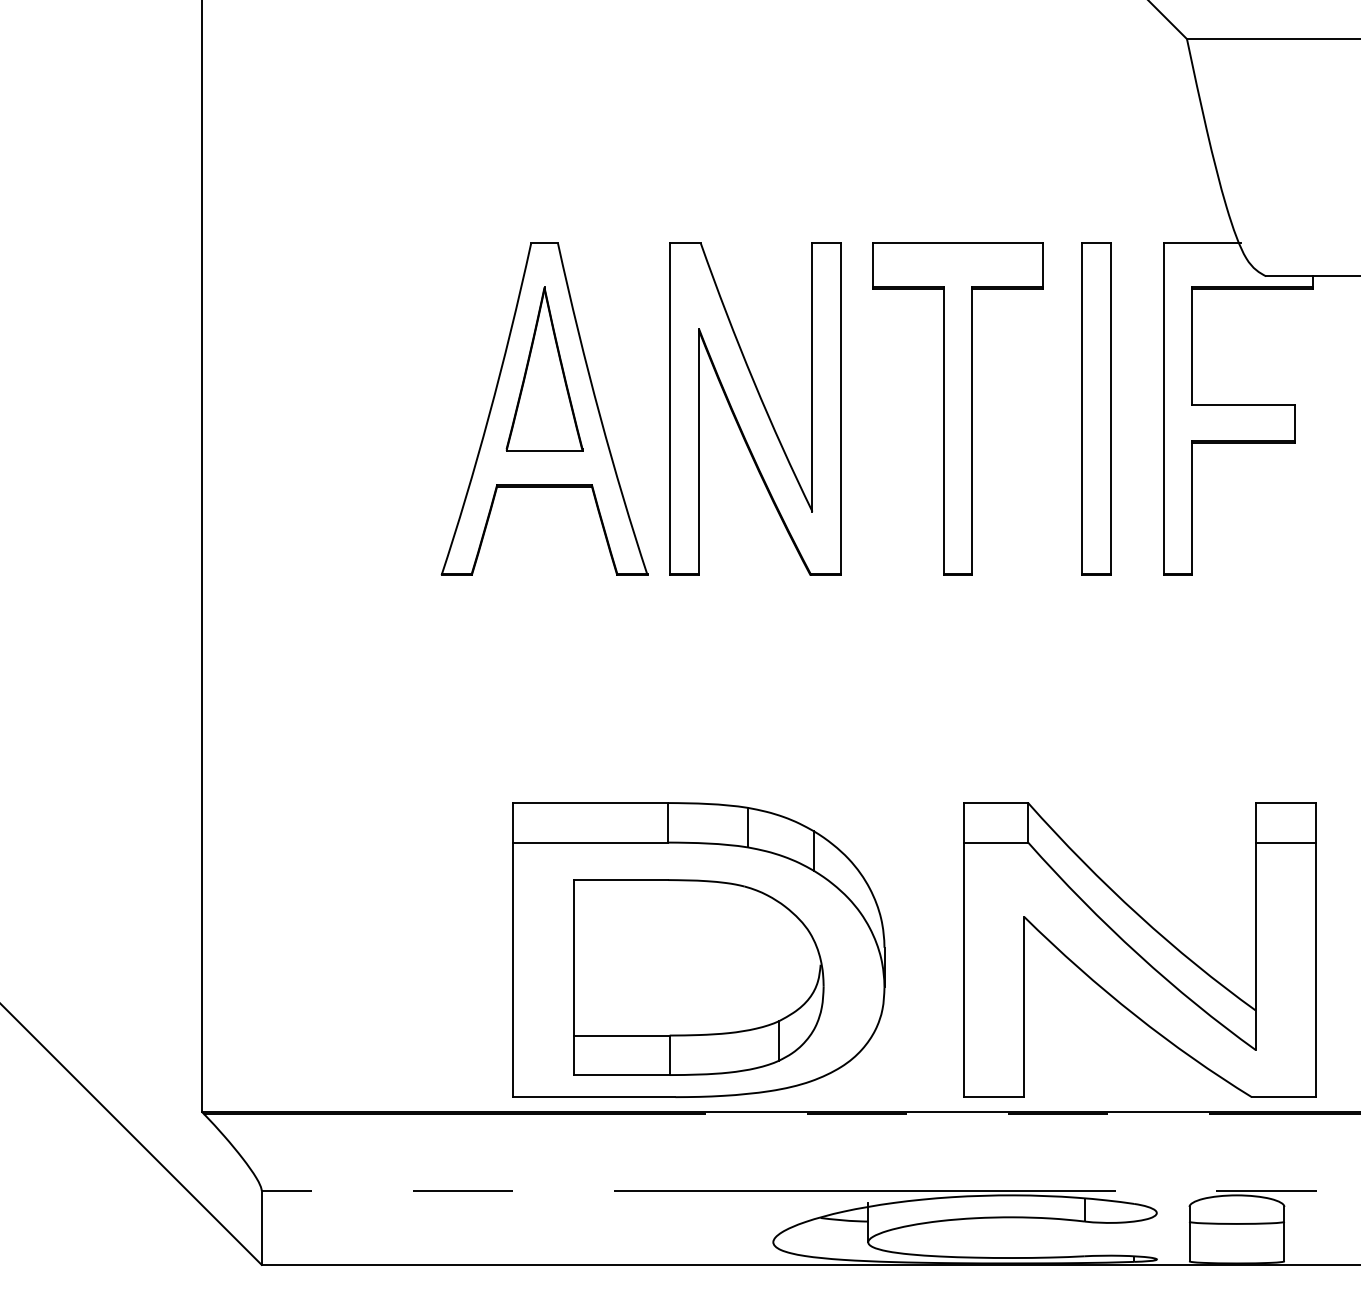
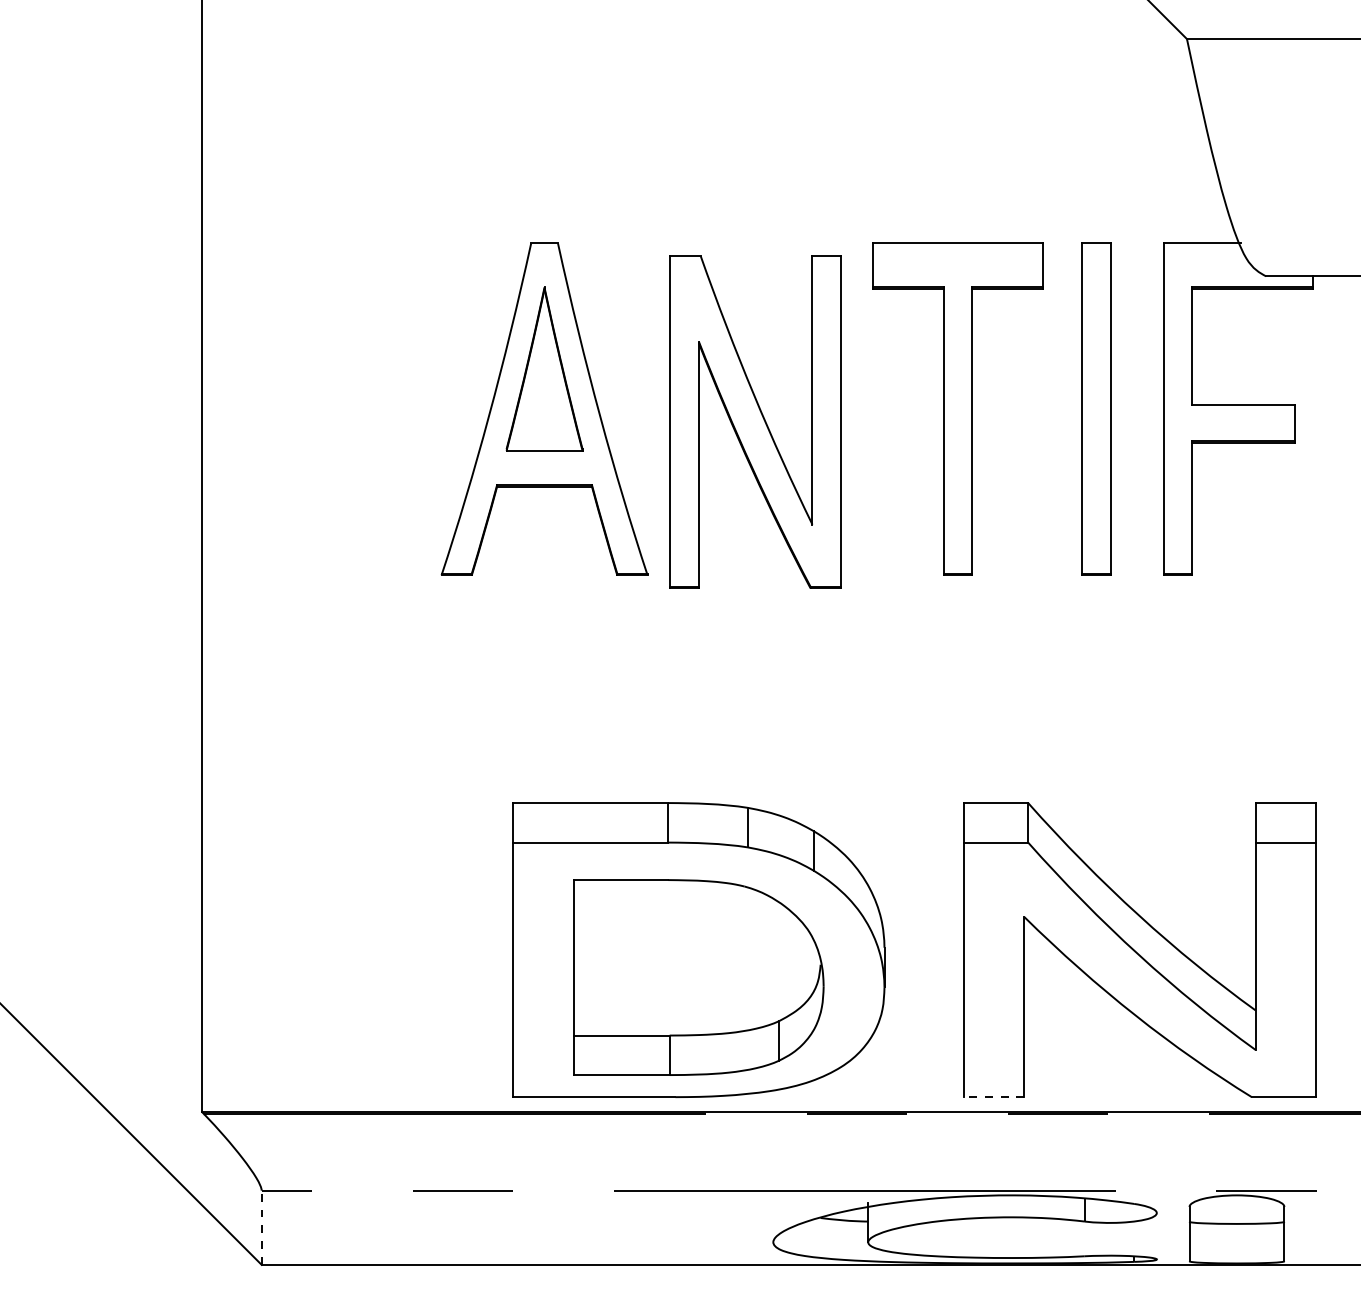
part at (755, 408) position: (755, 408) -> (755, 421)
line at (993, 1097): solid -> dashed
line at (261, 1227): solid -> dashed
